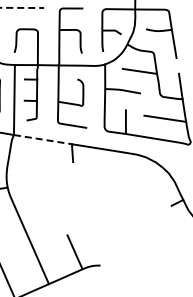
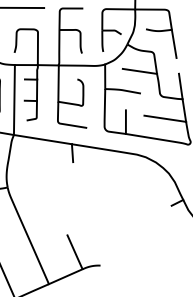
line at (22, 7): dashed -> solid
line at (43, 139): dashed -> solid
